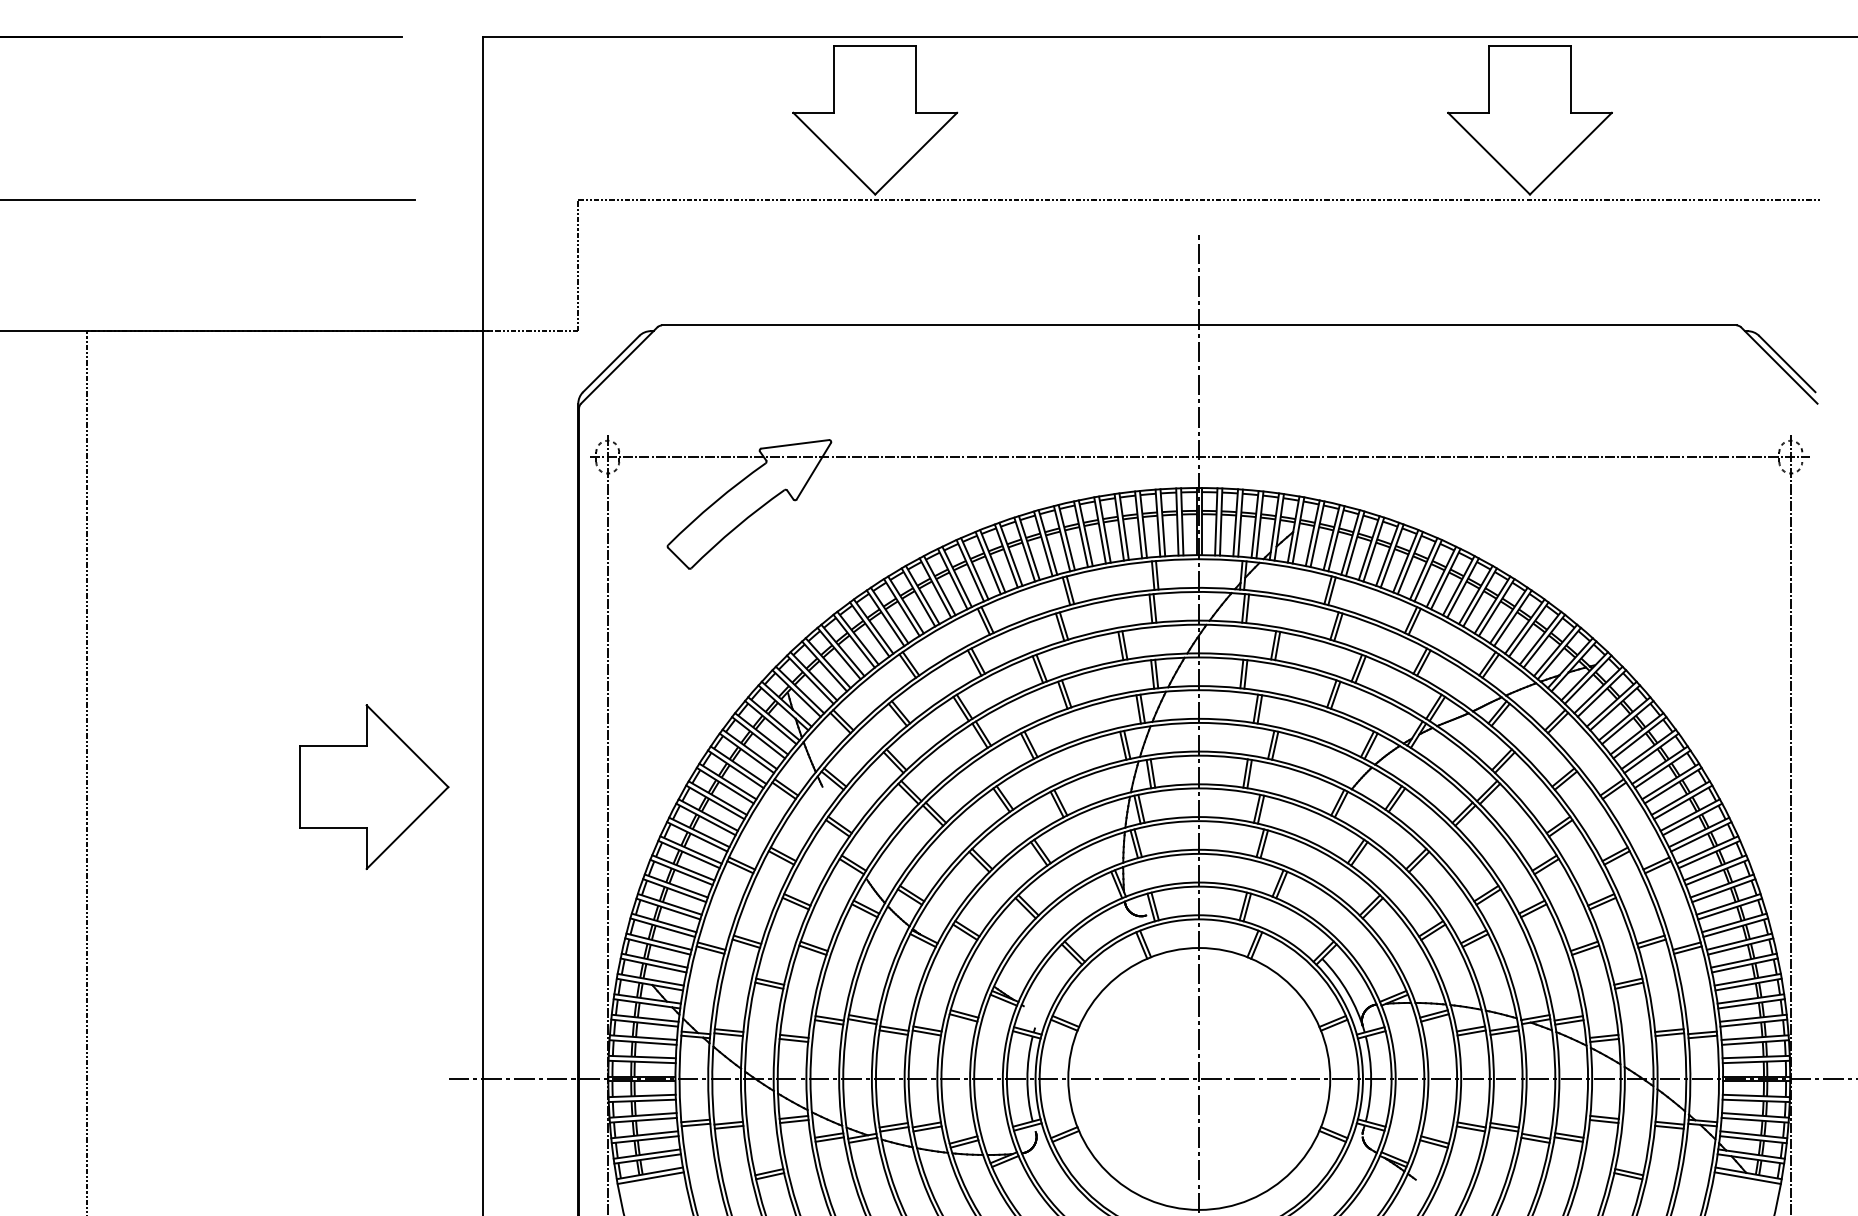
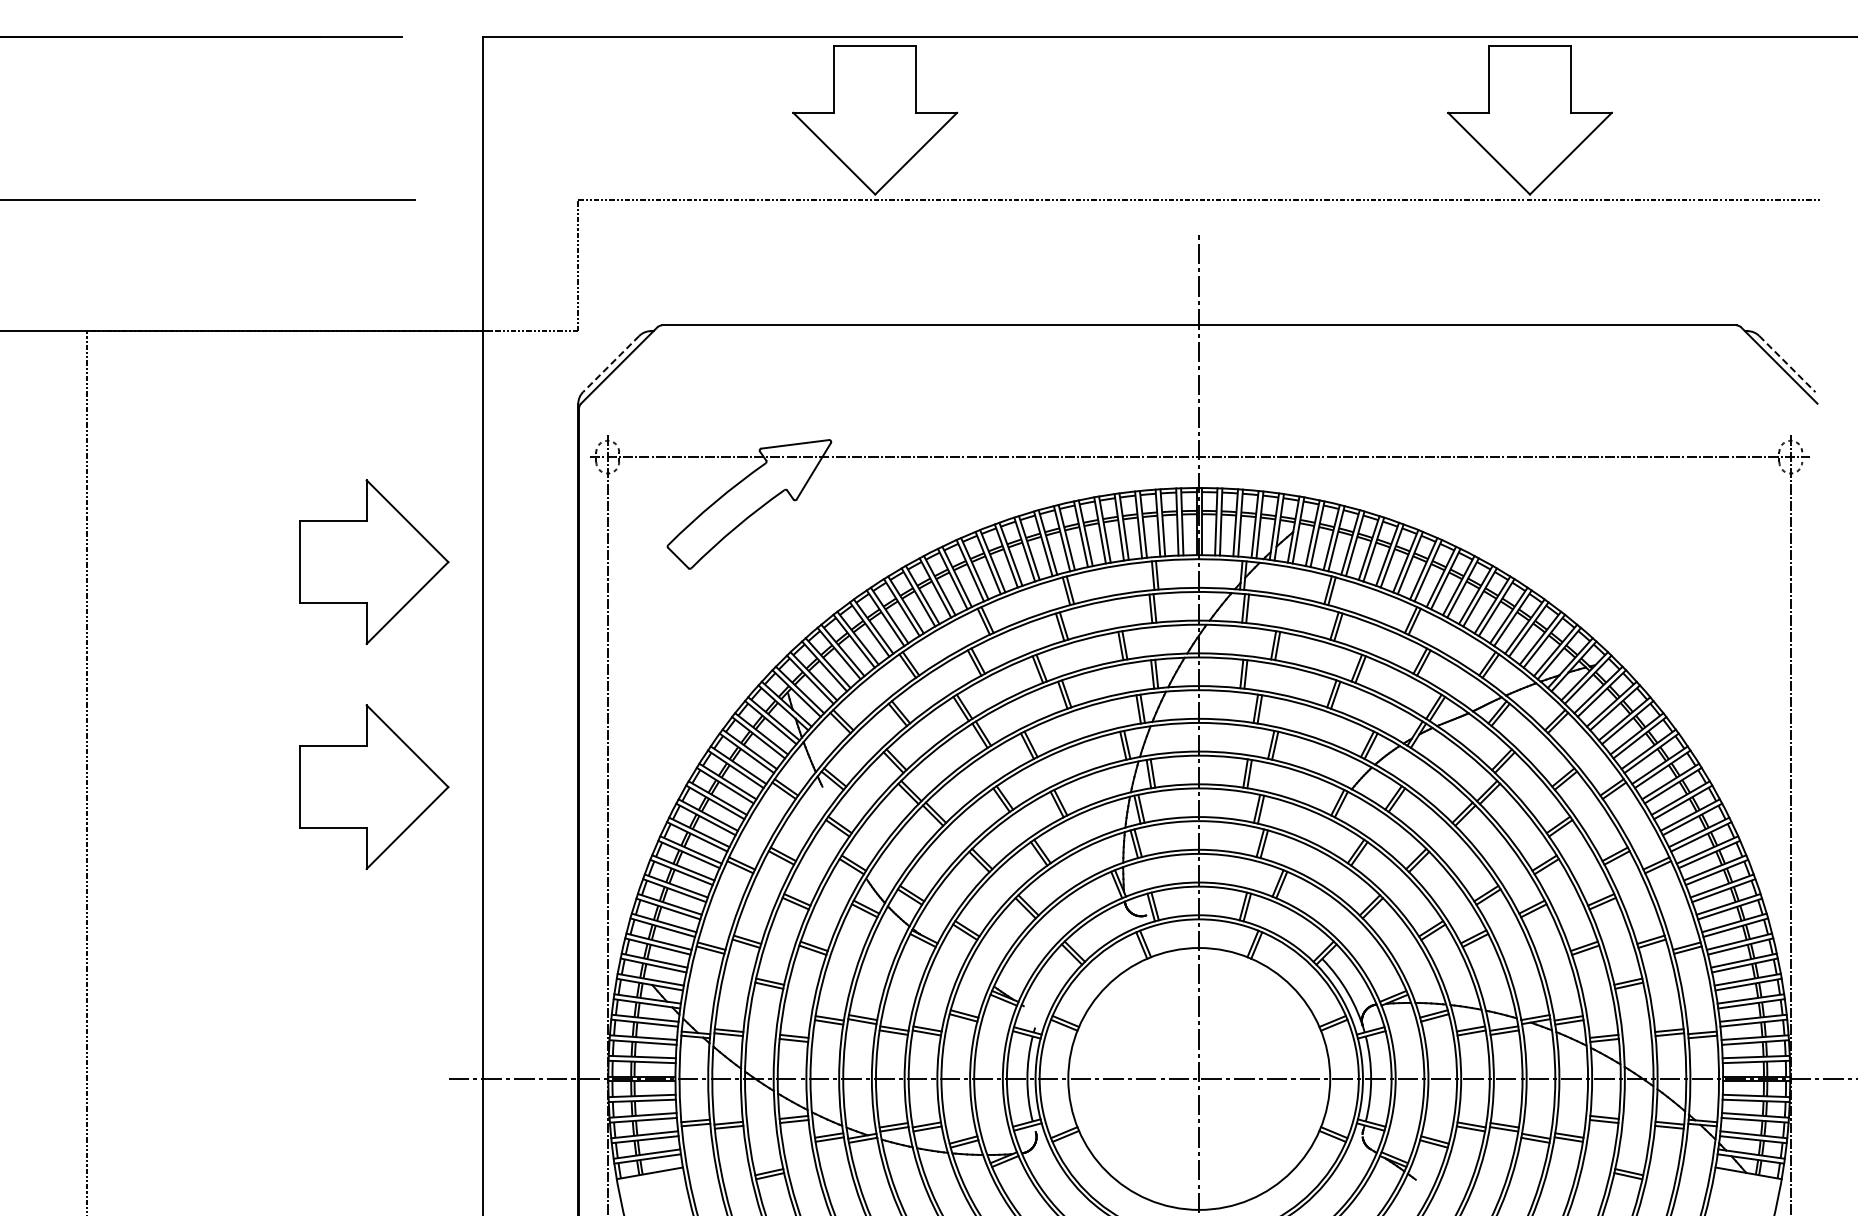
line at (611, 364): solid -> dashed
line at (1787, 364): solid -> dashed
part at (374, 561): none -> present
line at (650, 1177): present -> none
line at (1747, 1177): present -> none
